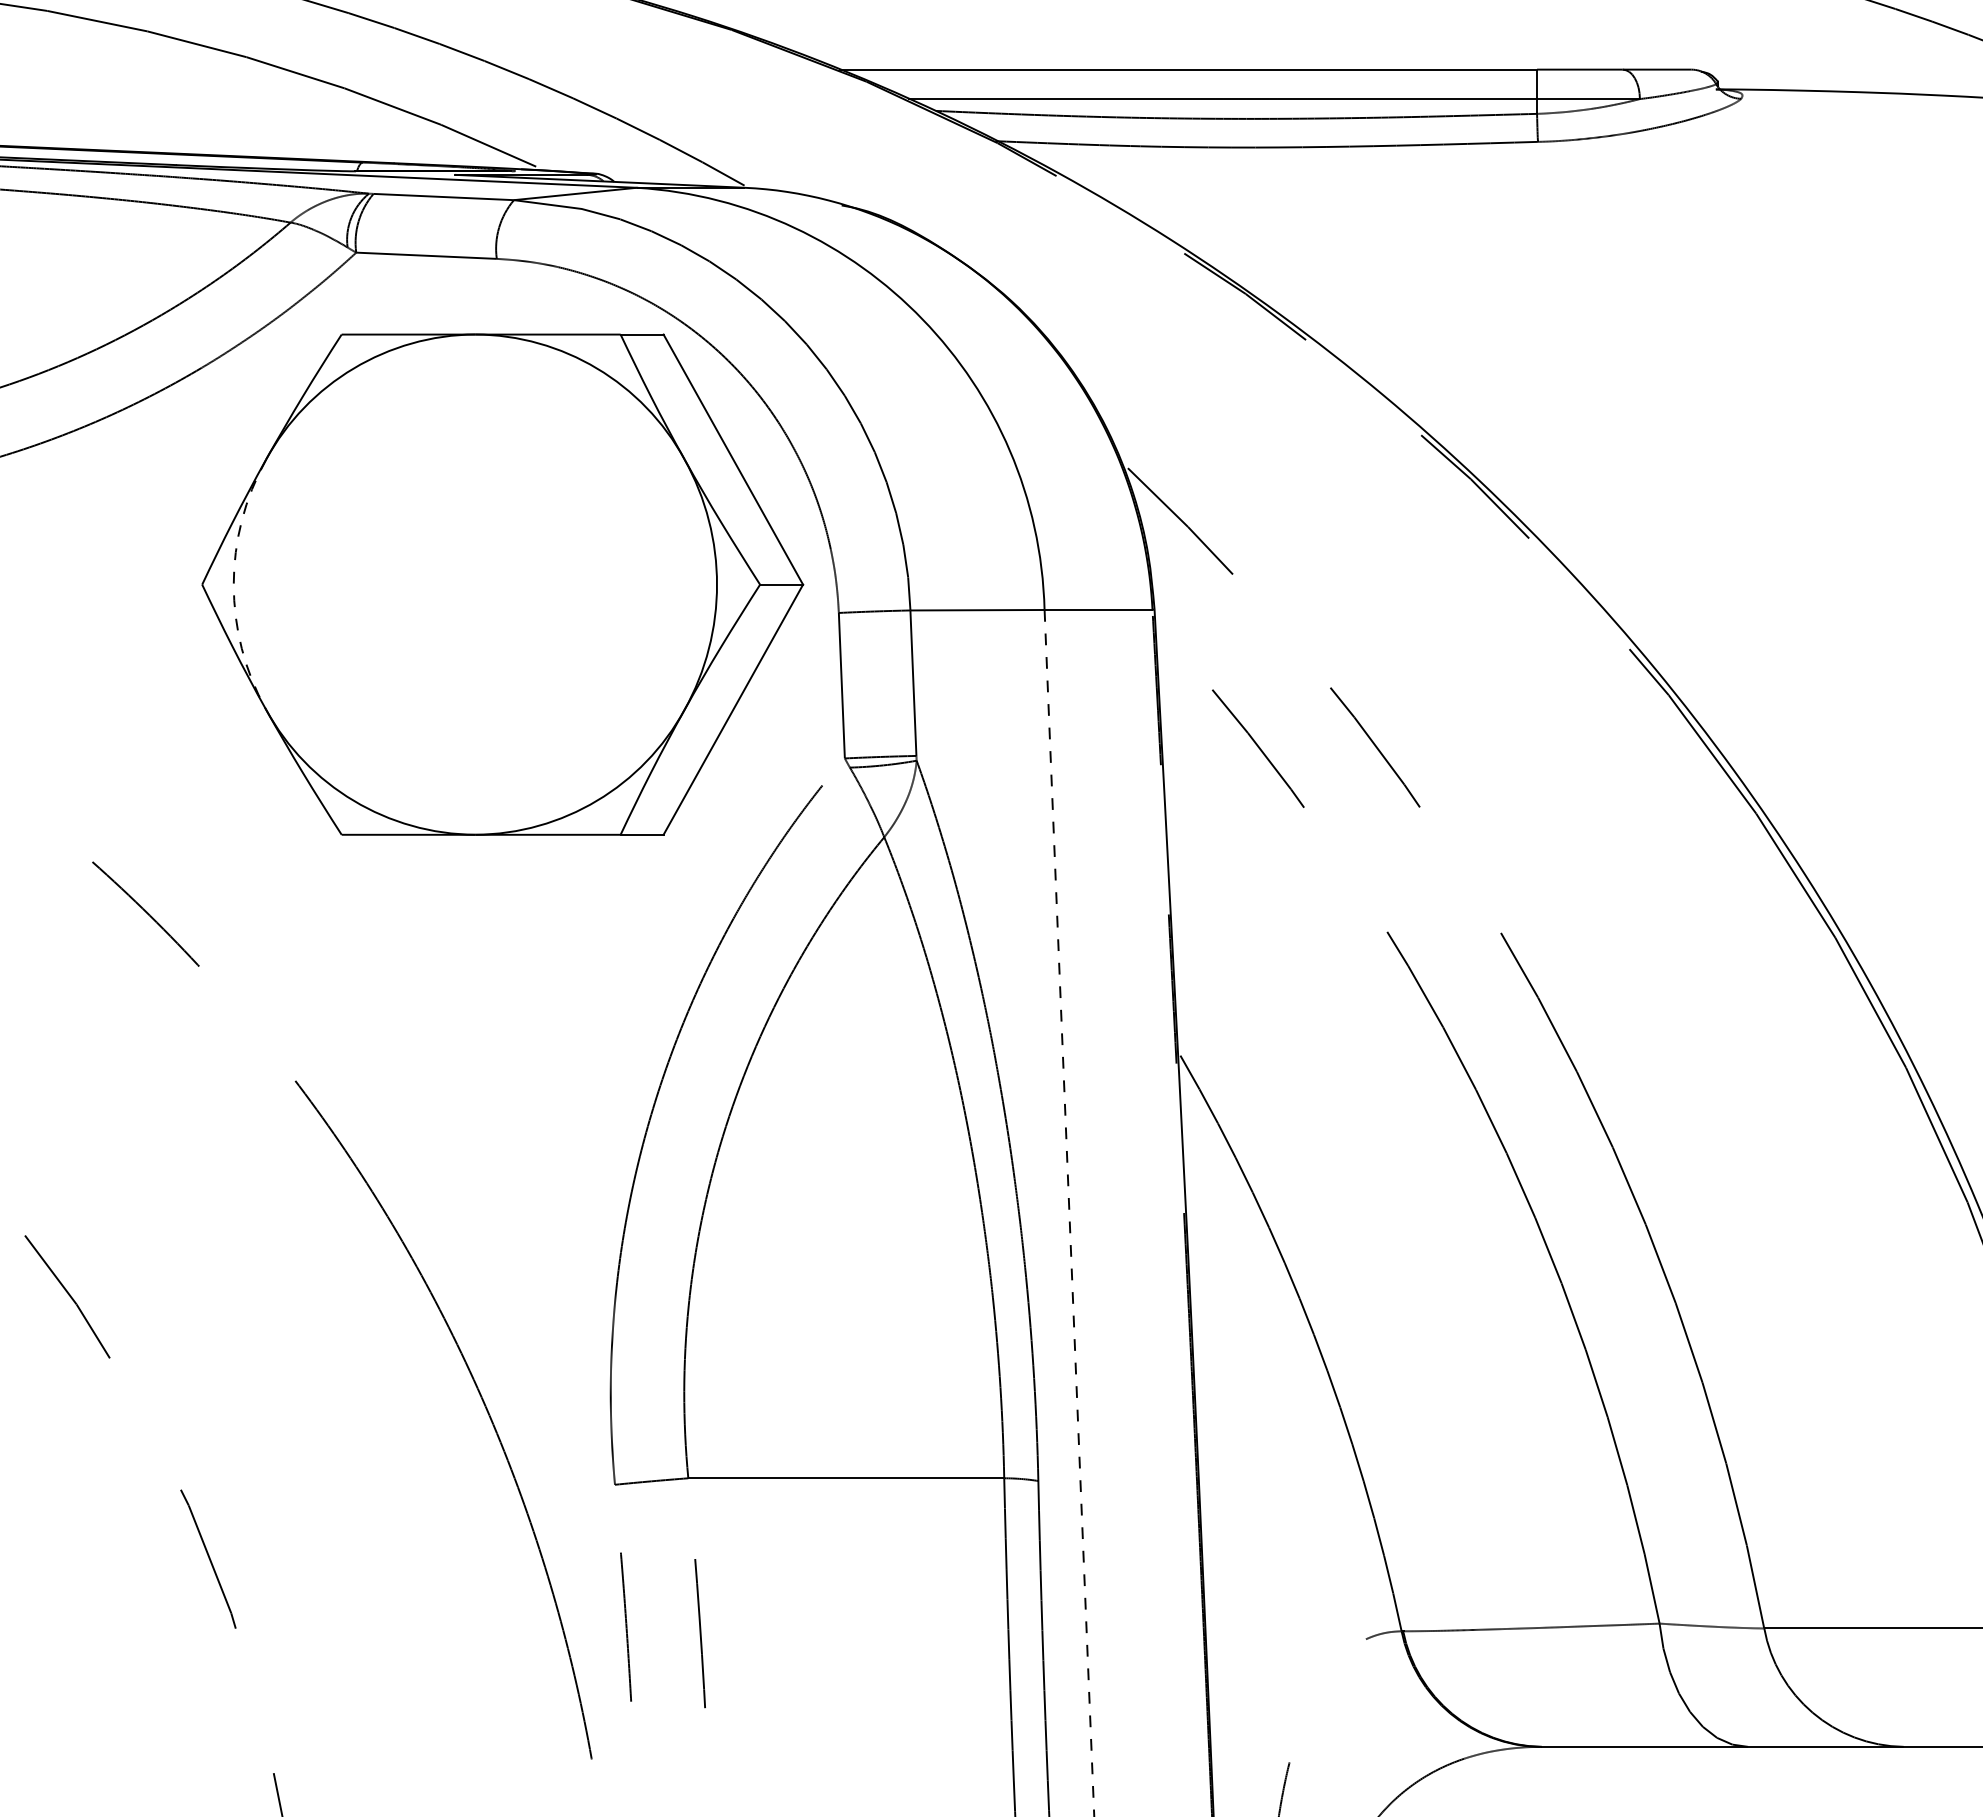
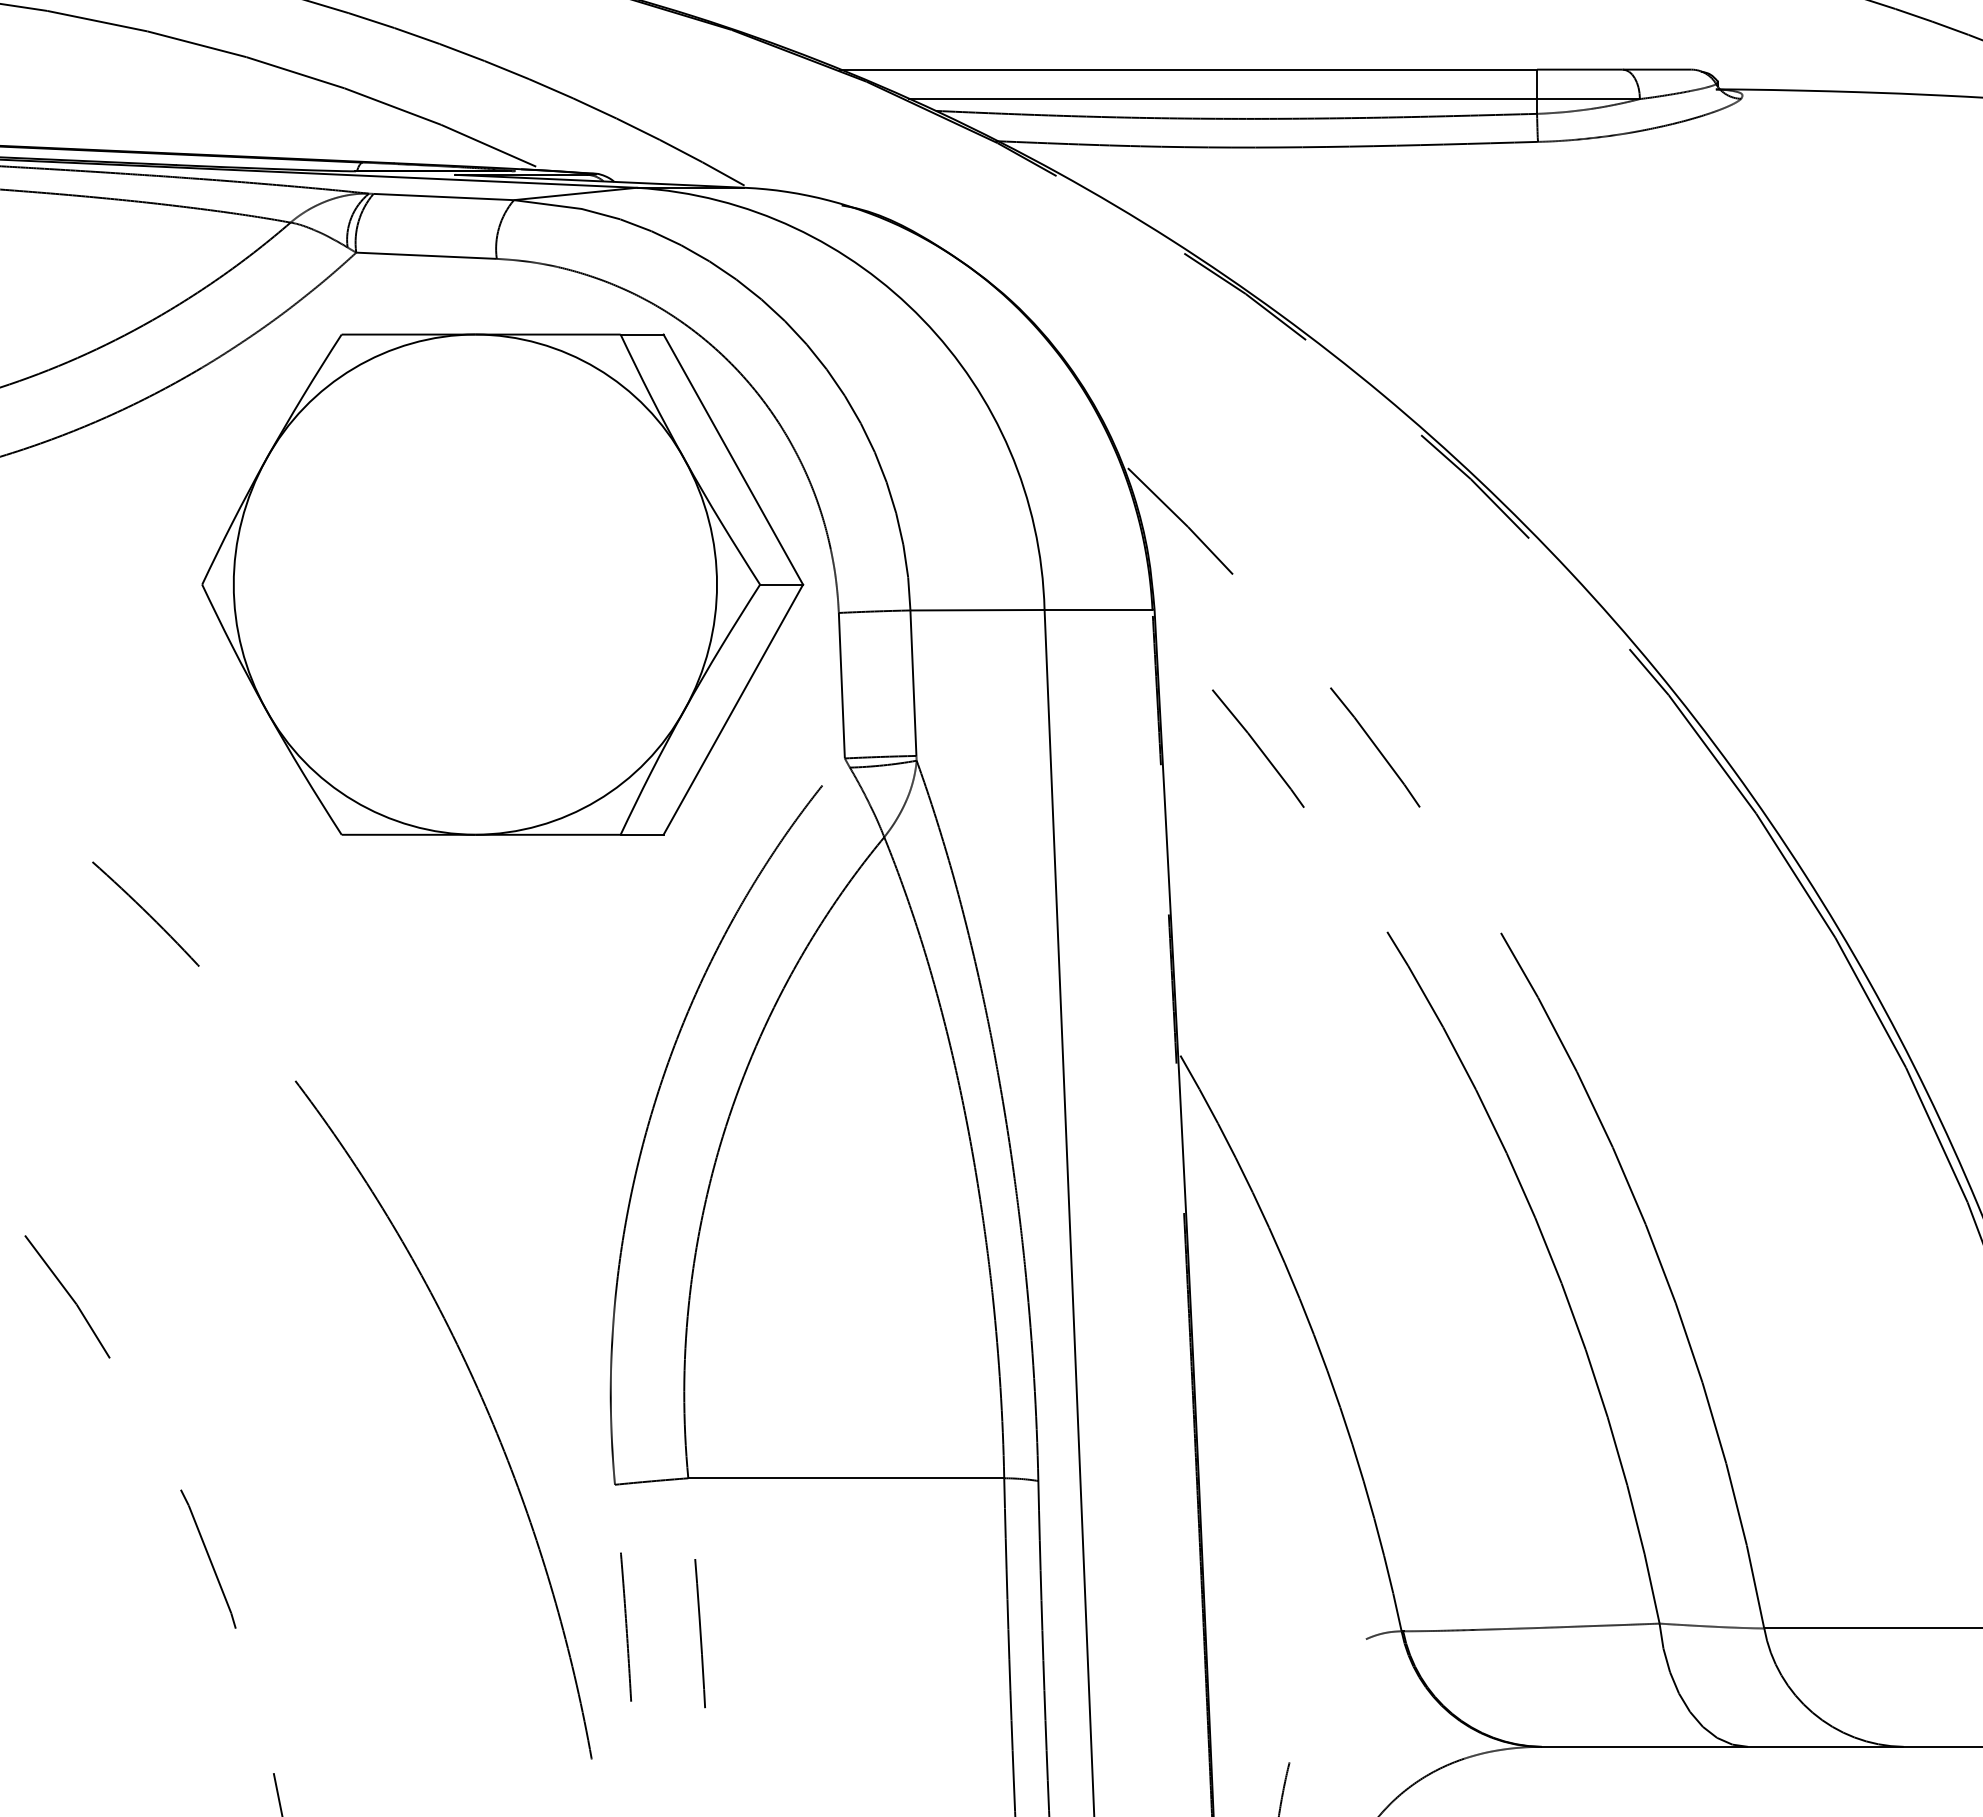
arc at (233, 584): dashed -> solid
line at (1069, 1213): dashed -> solid
